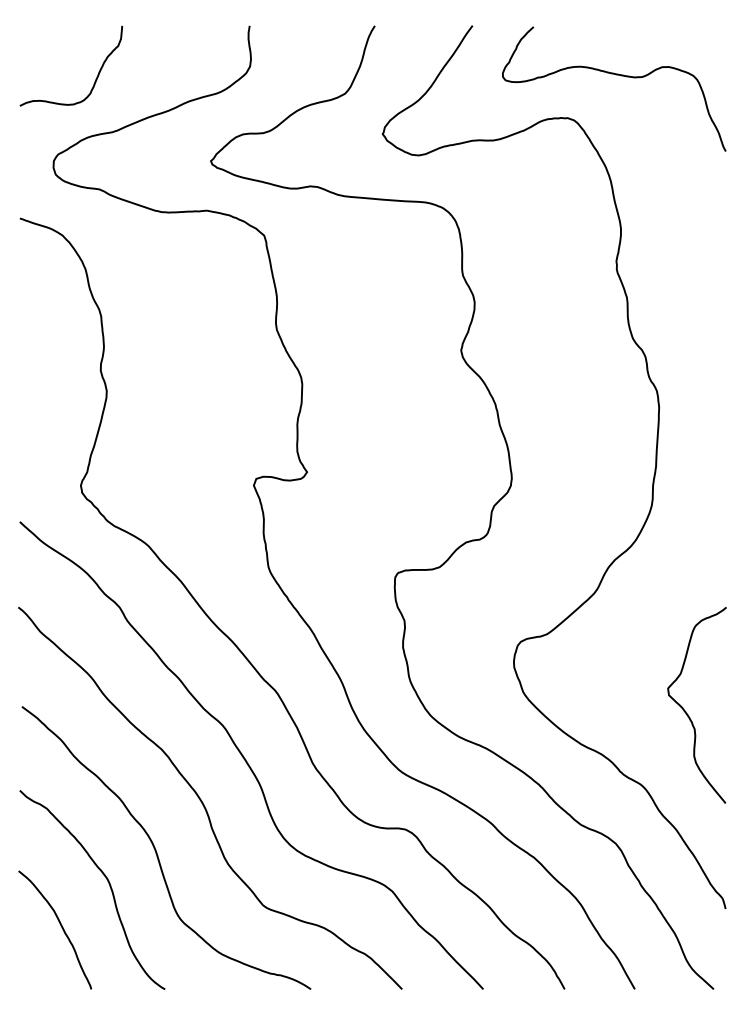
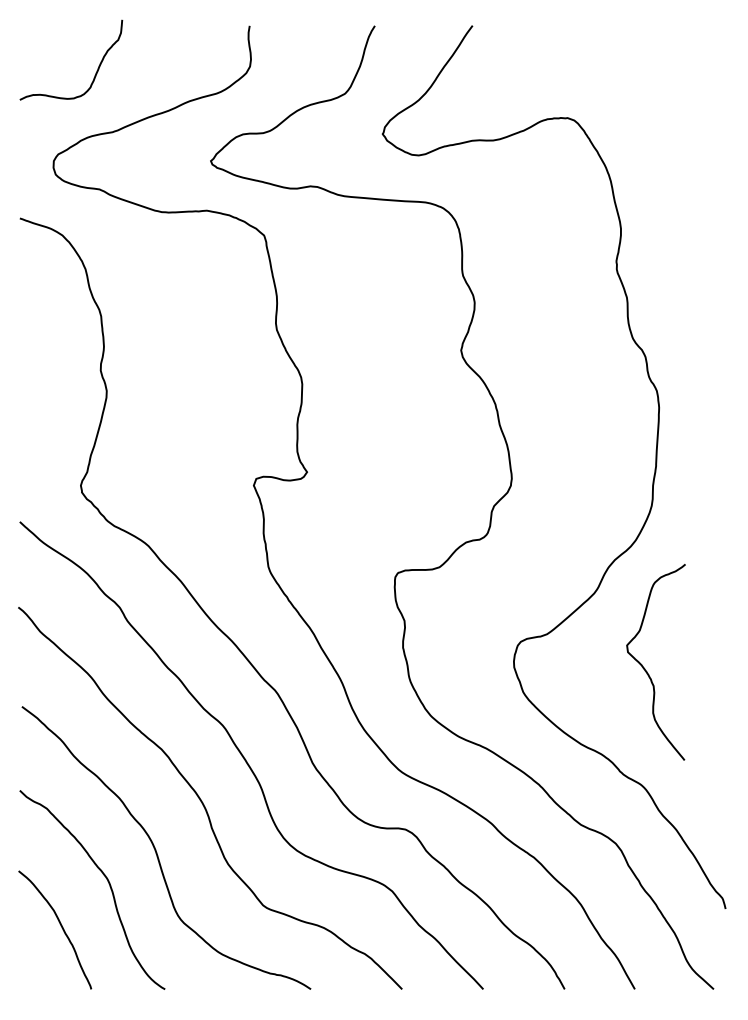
curve at (615, 75): present -> none
curve at (96, 76) position: (96, 76) -> (96, 70)
curve at (686, 711) position: (686, 711) -> (645, 668)
